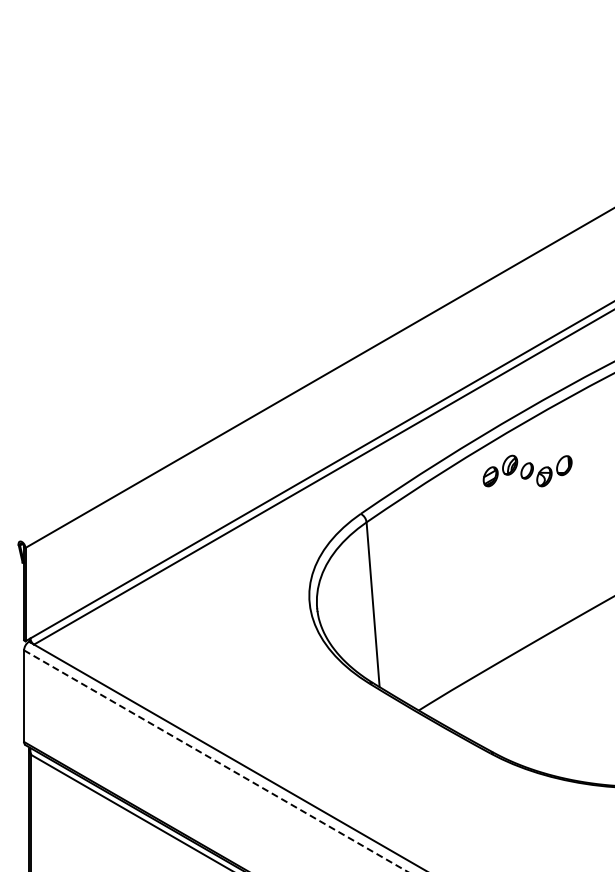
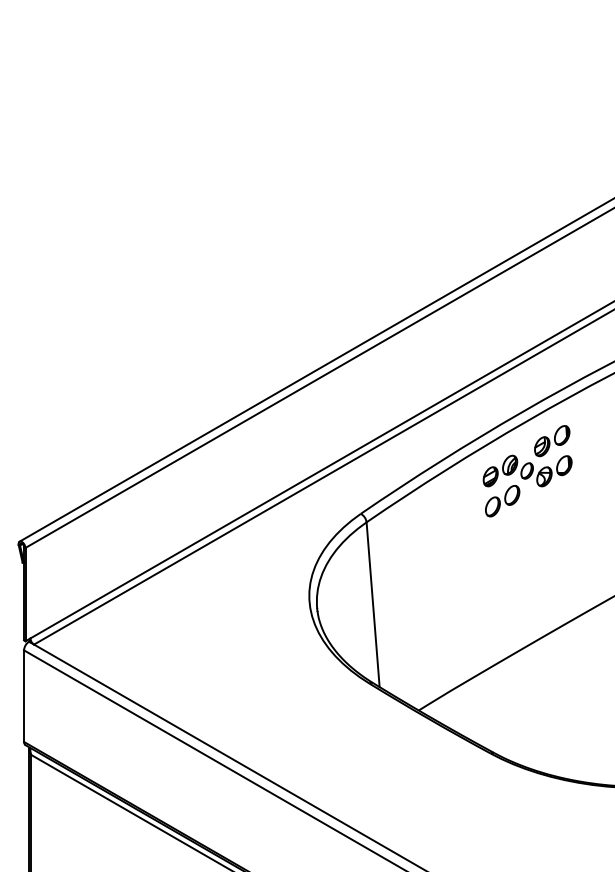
line at (315, 370): none -> present
part at (552, 441): none -> present
part at (502, 501): none -> present
line at (216, 761): dashed -> solid
